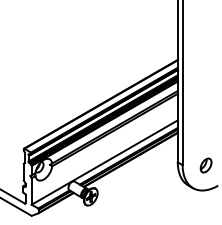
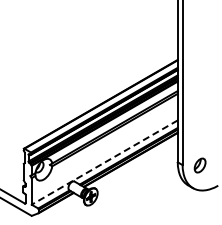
line at (104, 162): solid -> dashed
part at (205, 165) position: (205, 165) -> (199, 165)
